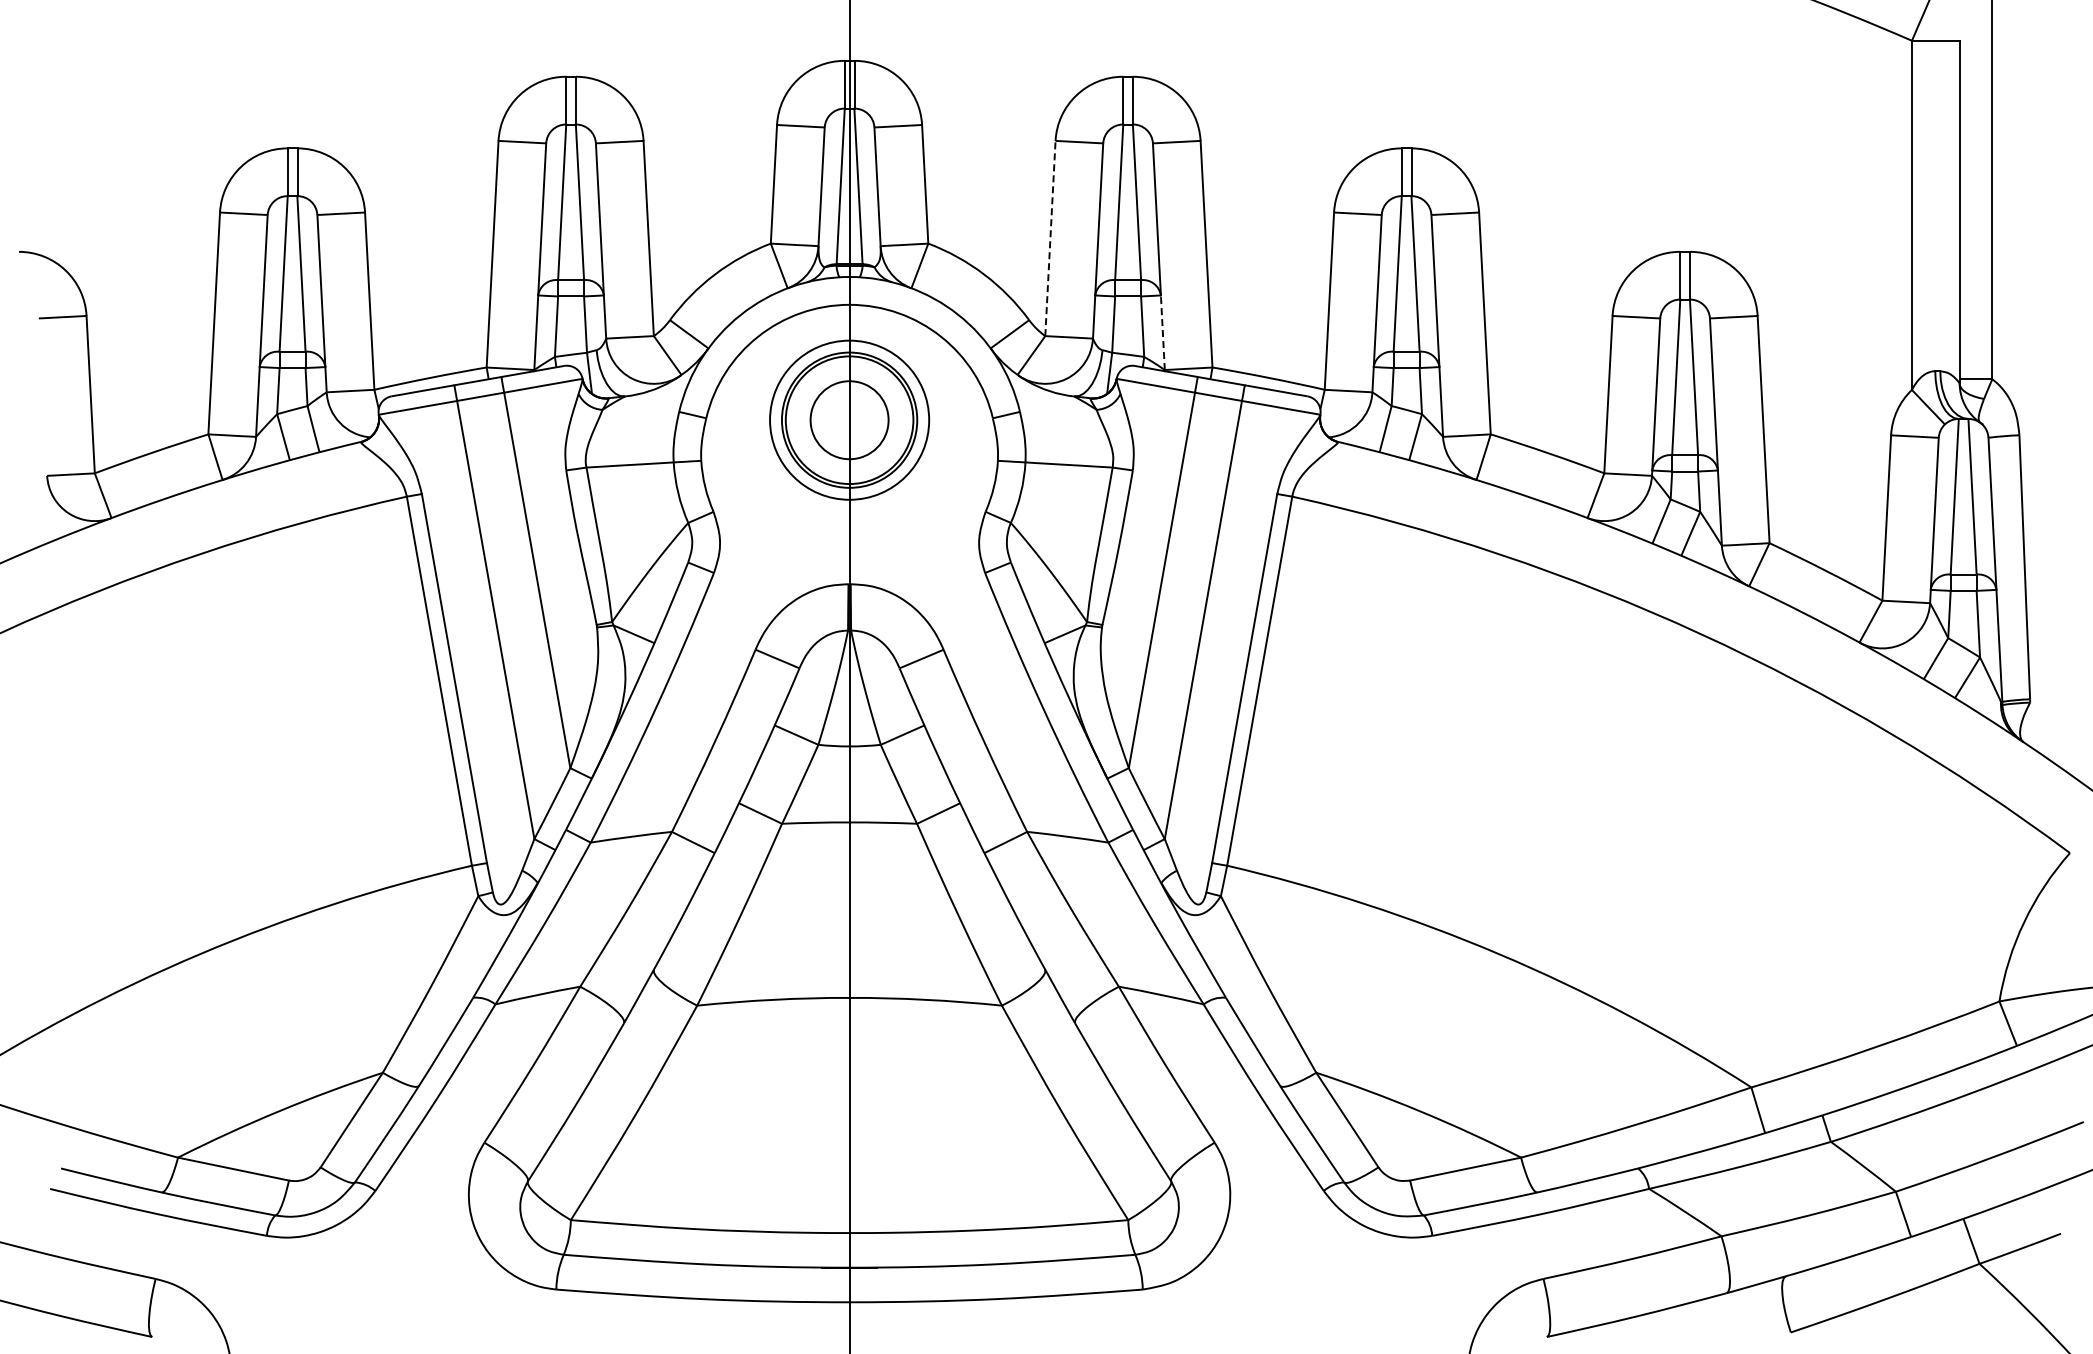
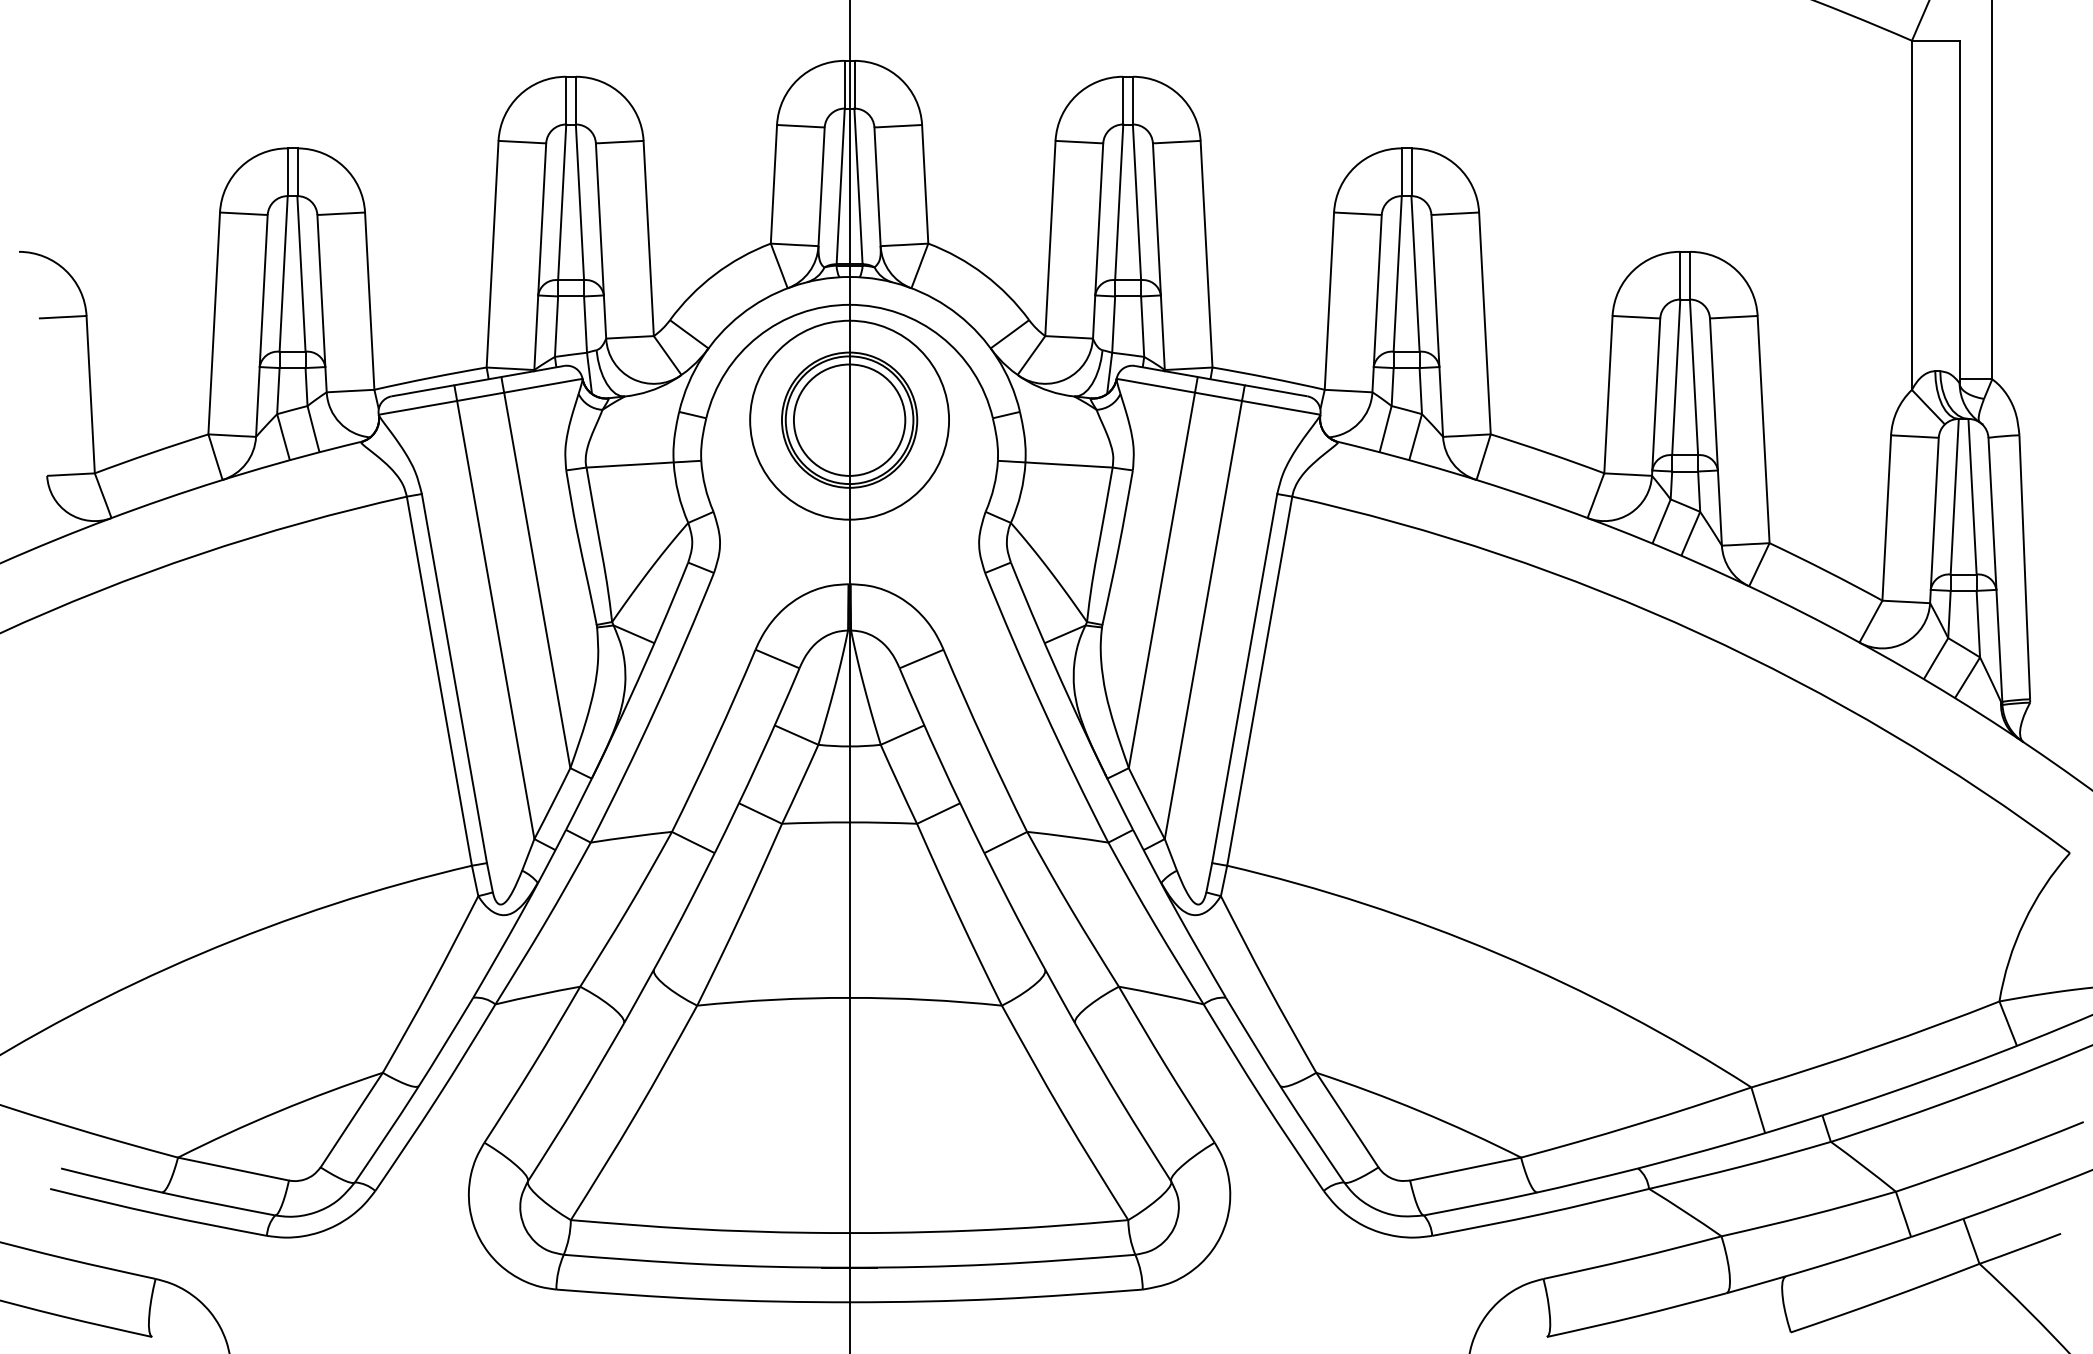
line at (1050, 238): dashed -> solid
line at (1162, 332): dashed -> solid
circle at (849, 419) diameter: 159 px -> 199 px
circle at (849, 420) diameter: 78 px -> 111 px
